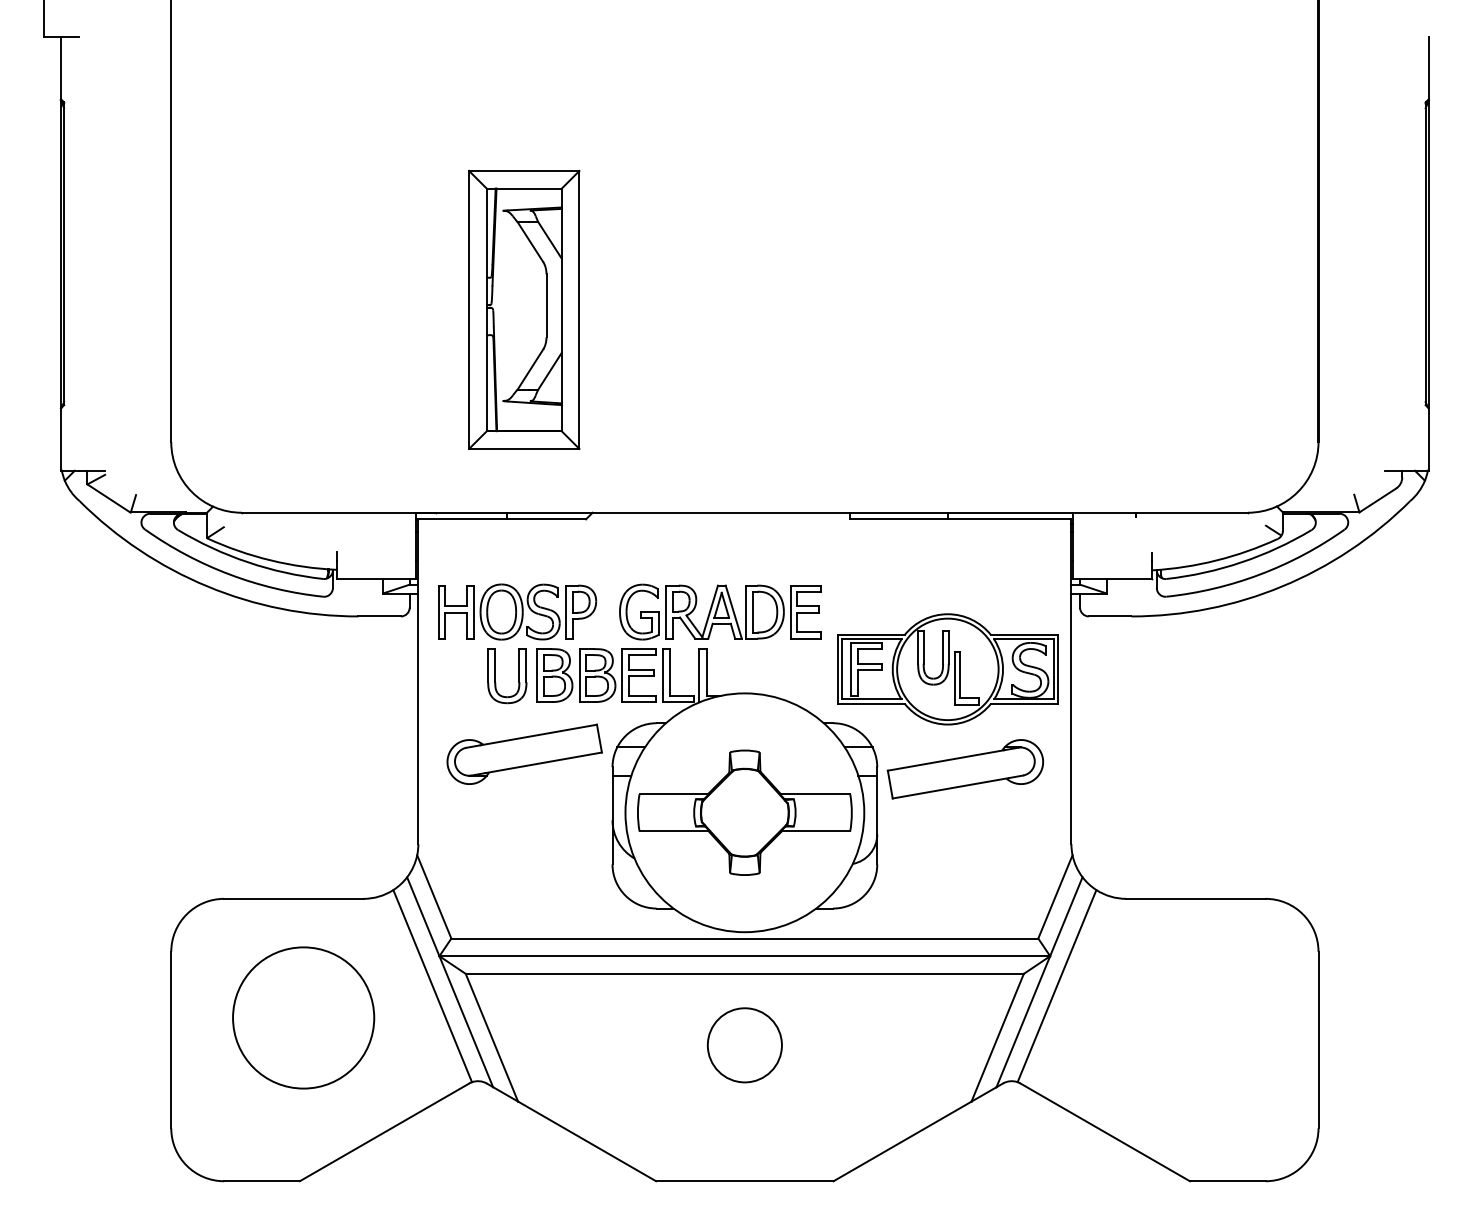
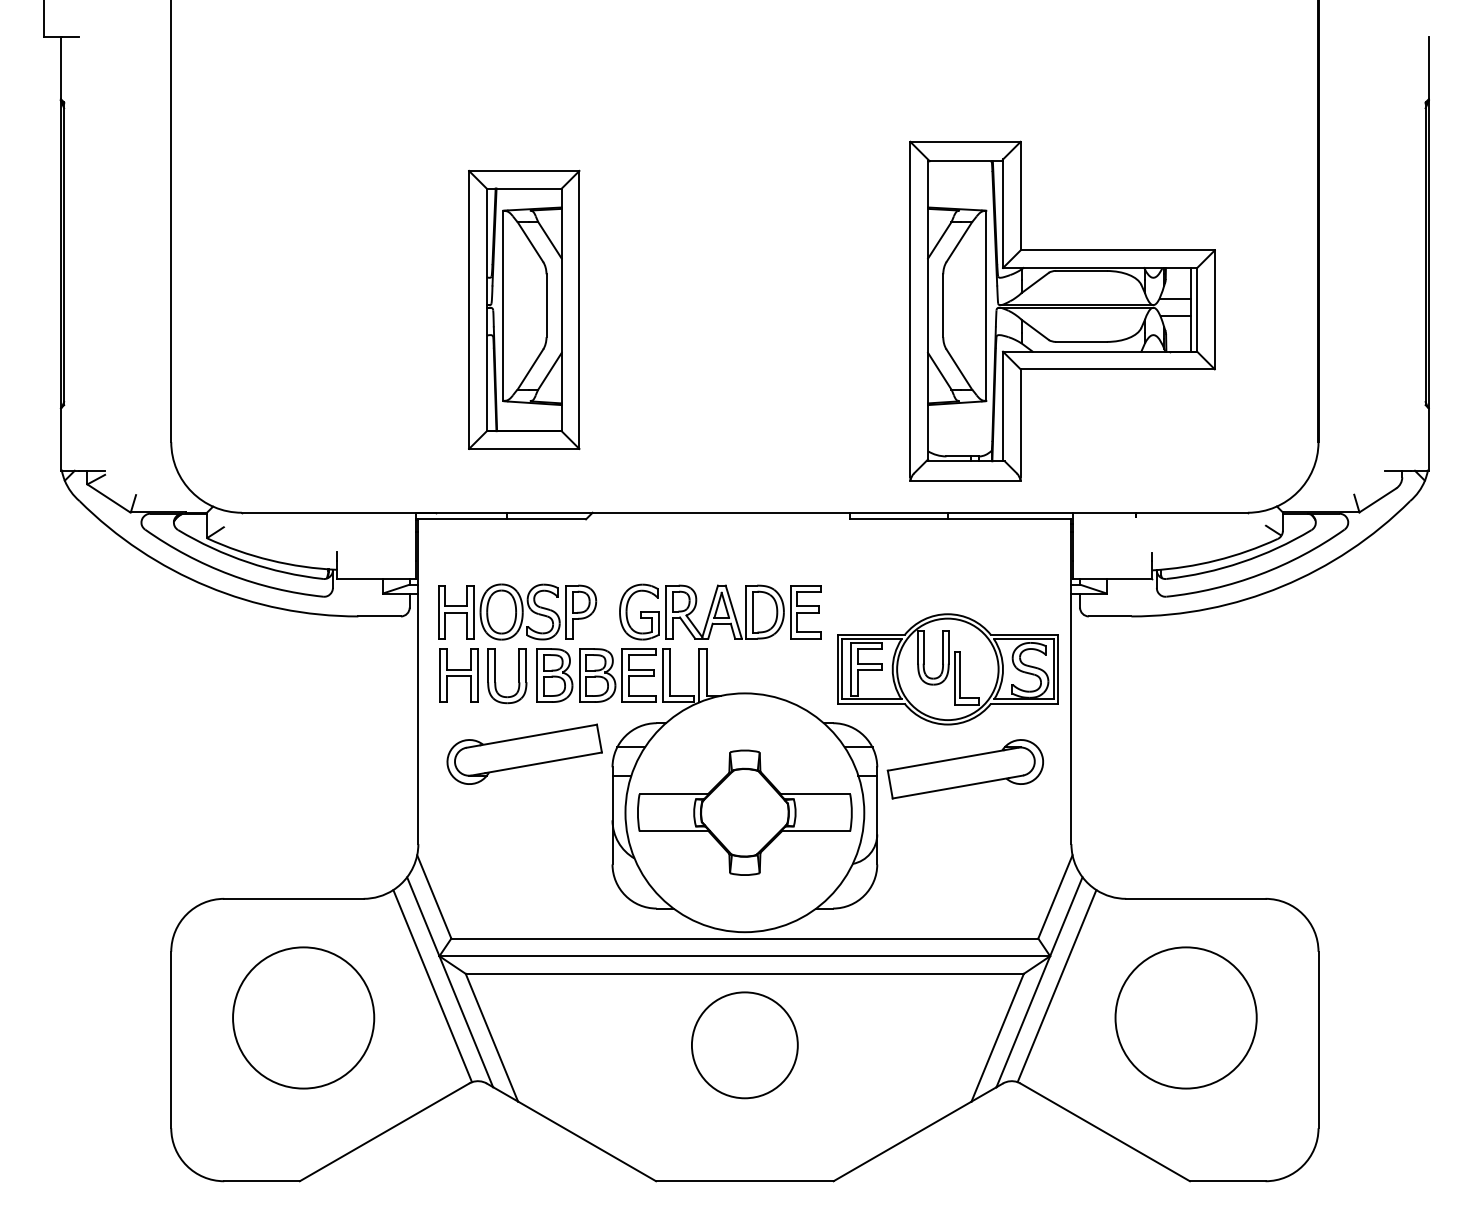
line at (503, 305): none -> present
part at (1062, 310): none -> present
part at (458, 675): none -> present
circle at (1185, 1017): none -> present
circle at (744, 1045) diameter: 74 px -> 106 px
